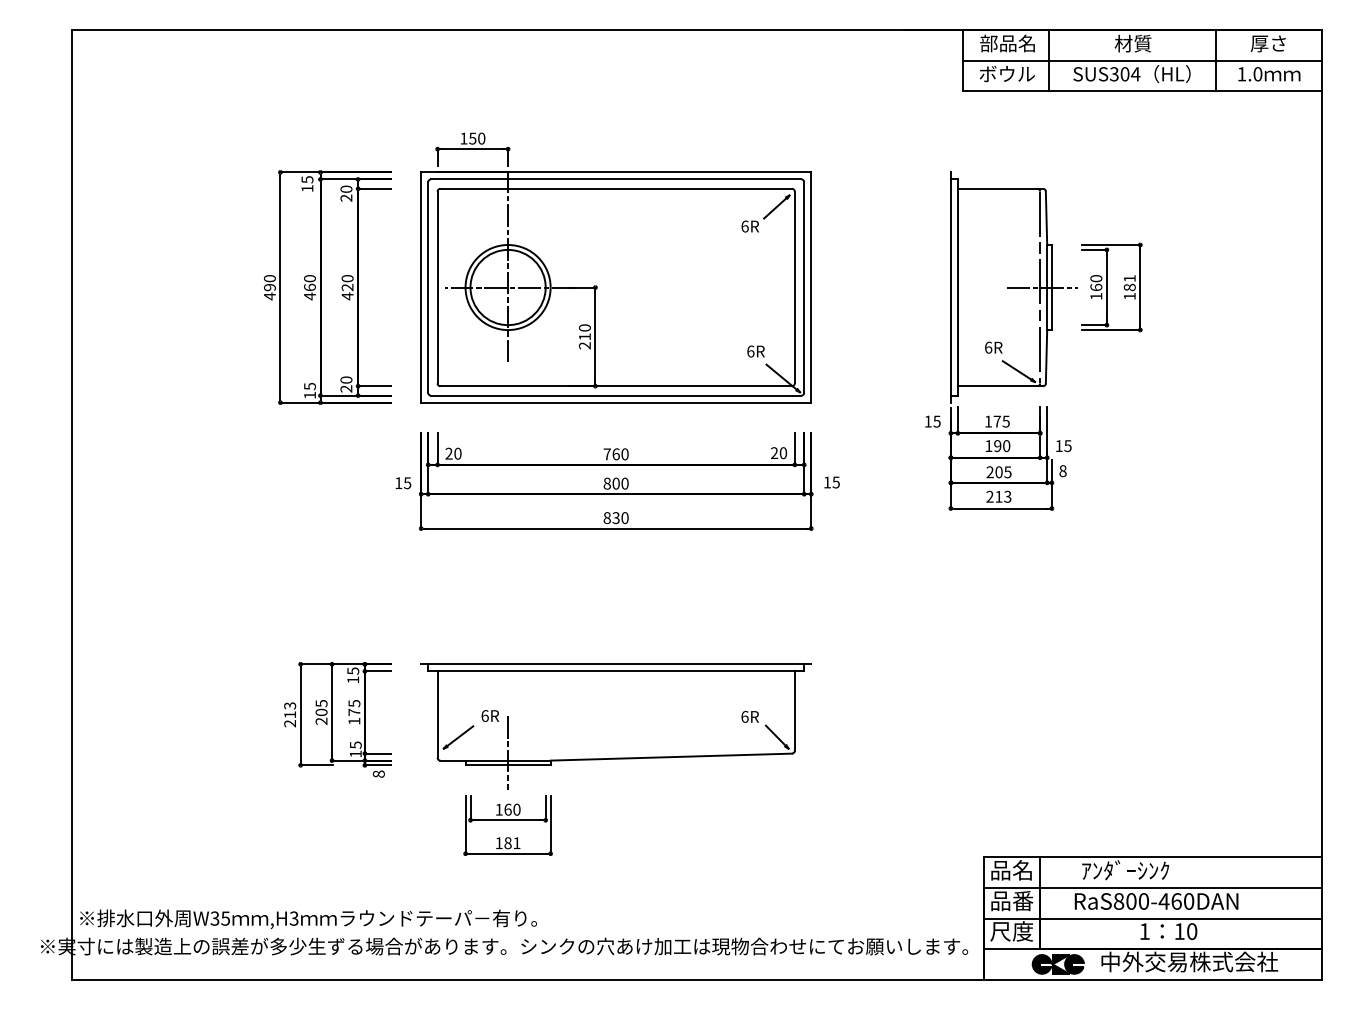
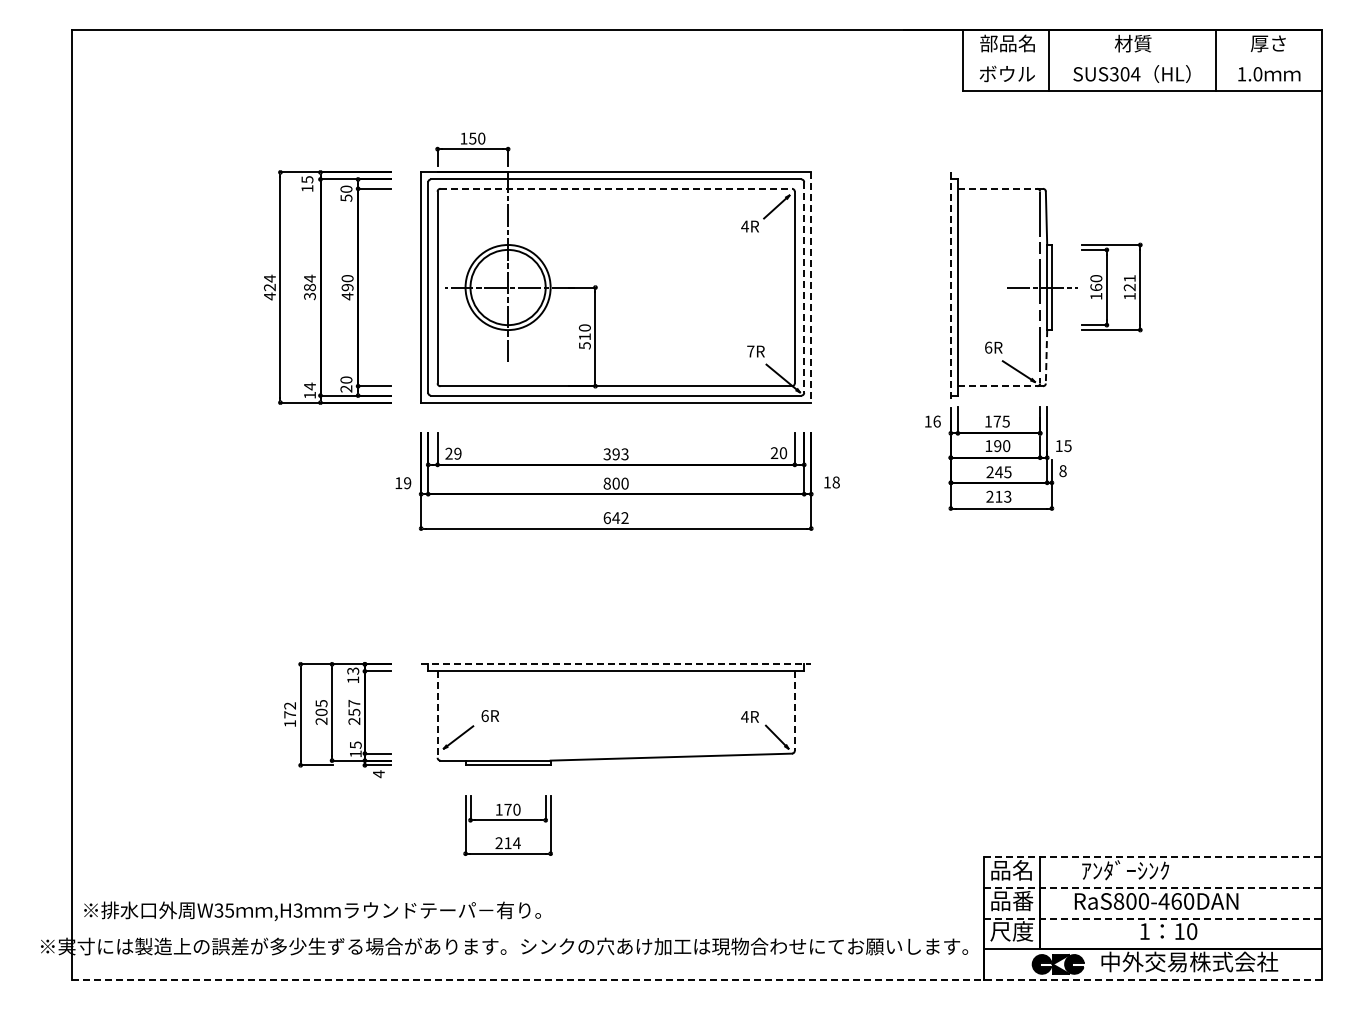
line at (1142, 60): present -> none
line at (616, 188): solid -> dashed
line at (997, 188): solid -> dashed
text at (346, 197): 20 -> 50
text at (744, 226): 6R -> 4R
text at (269, 282): 490 -> 424
text at (309, 287): 460 -> 384
text at (347, 287): 420 -> 490
text at (1129, 287): 181 -> 121
line at (804, 288): solid -> dashed
line at (811, 288): solid -> dashed
line at (950, 288): solid -> dashed
text at (584, 345): 210 -> 510
text at (750, 351): 6R -> 7R
line at (1046, 356): solid -> dashed
text at (309, 386): 15 -> 14
line at (997, 386): solid -> dashed
text at (936, 421): 15 -> 16
text at (457, 453): 20 -> 29
text at (615, 454): 760 -> 393
text at (998, 472): 205 -> 245
text at (835, 482): 15 -> 18
text at (407, 483): 15 -> 19
text at (615, 518): 830 -> 642
line at (616, 664): solid -> dashed
text at (352, 670): 15 -> 13
line at (794, 711): solid -> dashed
text at (354, 712): 175 -> 257
text at (290, 714): 213 -> 172
line at (437, 715): solid -> dashed
text at (744, 716): 6R -> 4R
line at (508, 752): present -> none
text at (378, 774): 8 -> 4
text at (507, 809): 160 -> 170
text at (507, 843): 181 -> 214
line at (1153, 857): solid -> dashed
line at (1153, 888): solid -> dashed
text at (308, 918) position: (308, 918) -> (312, 910)
line at (1153, 918): solid -> dashed
line at (697, 979): solid -> dashed
